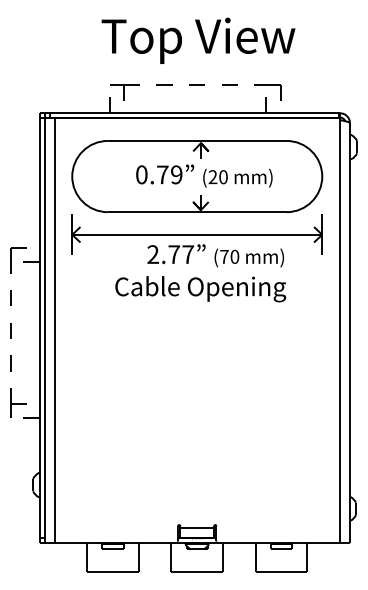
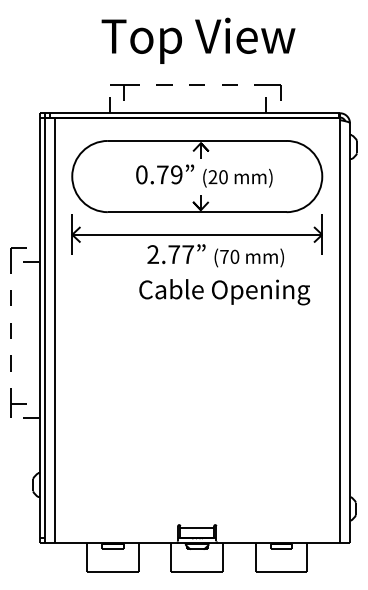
text at (200, 289) position: (200, 289) -> (224, 292)
